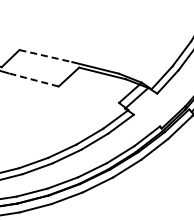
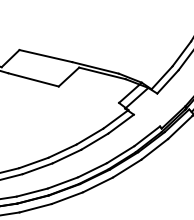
line at (46, 56): dashed -> solid
line at (33, 79): dashed -> solid
